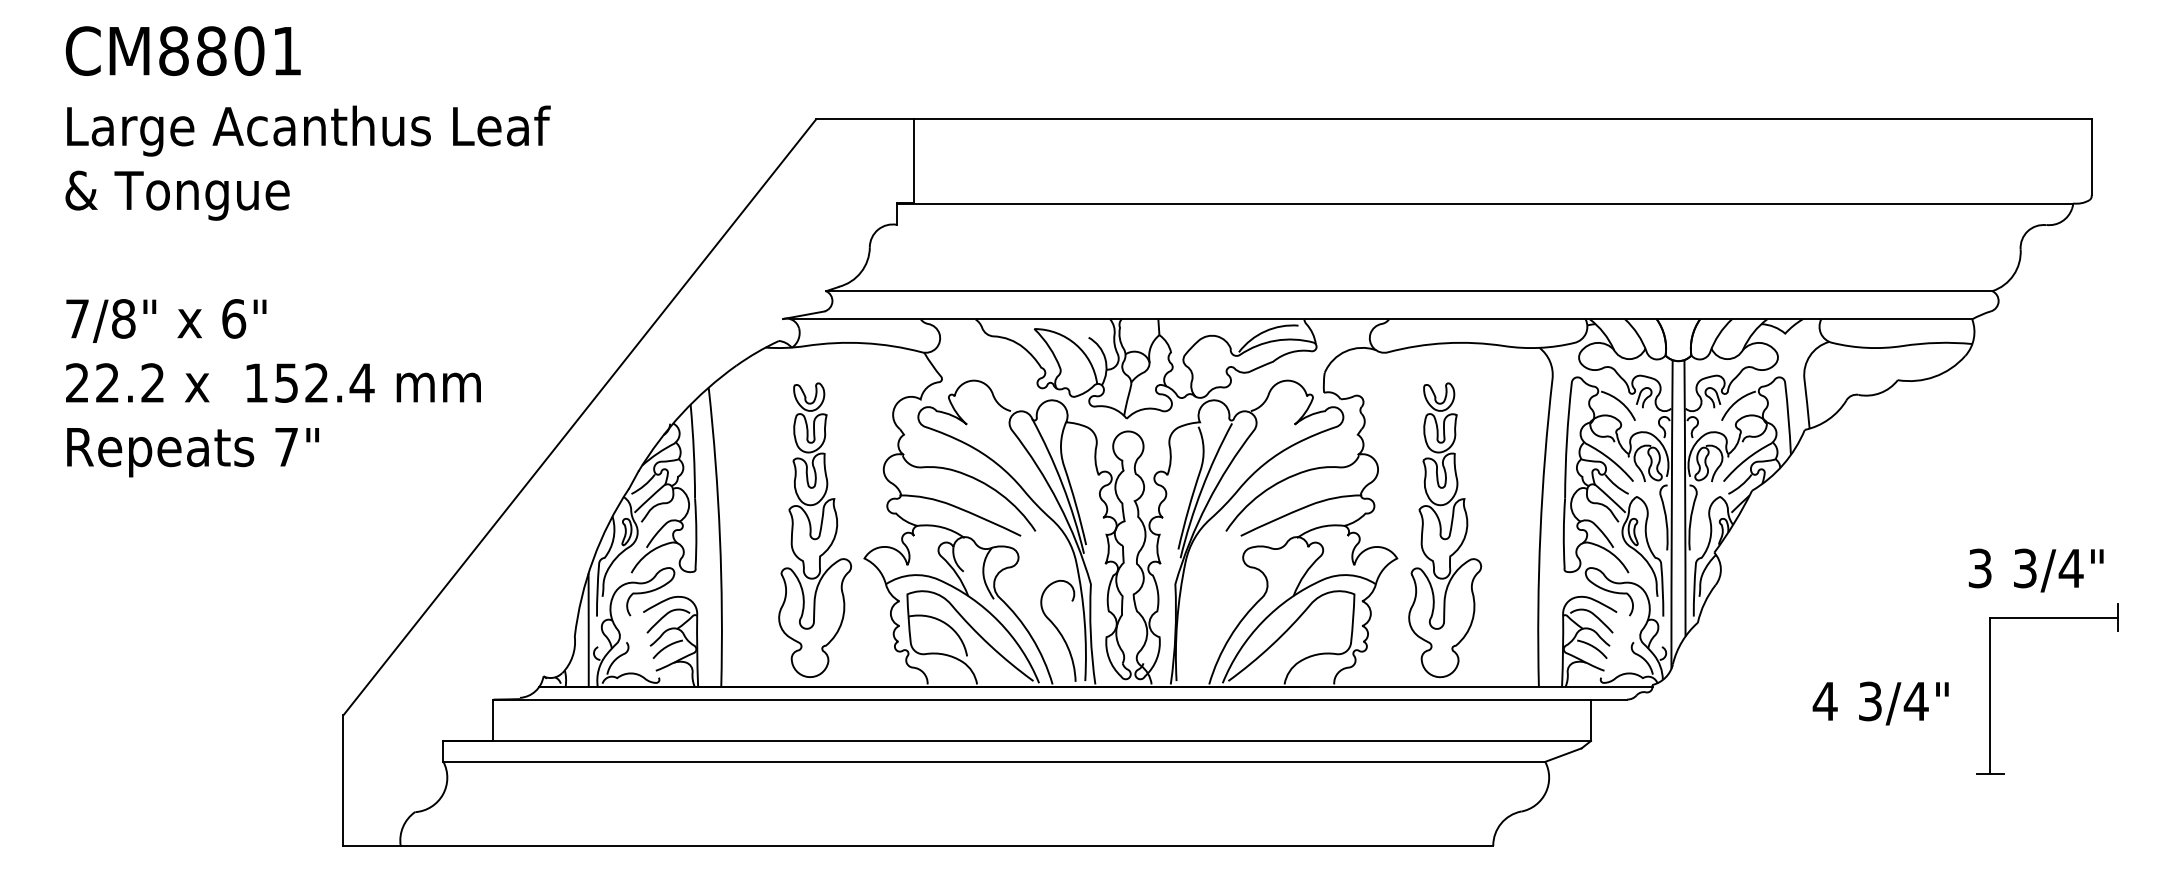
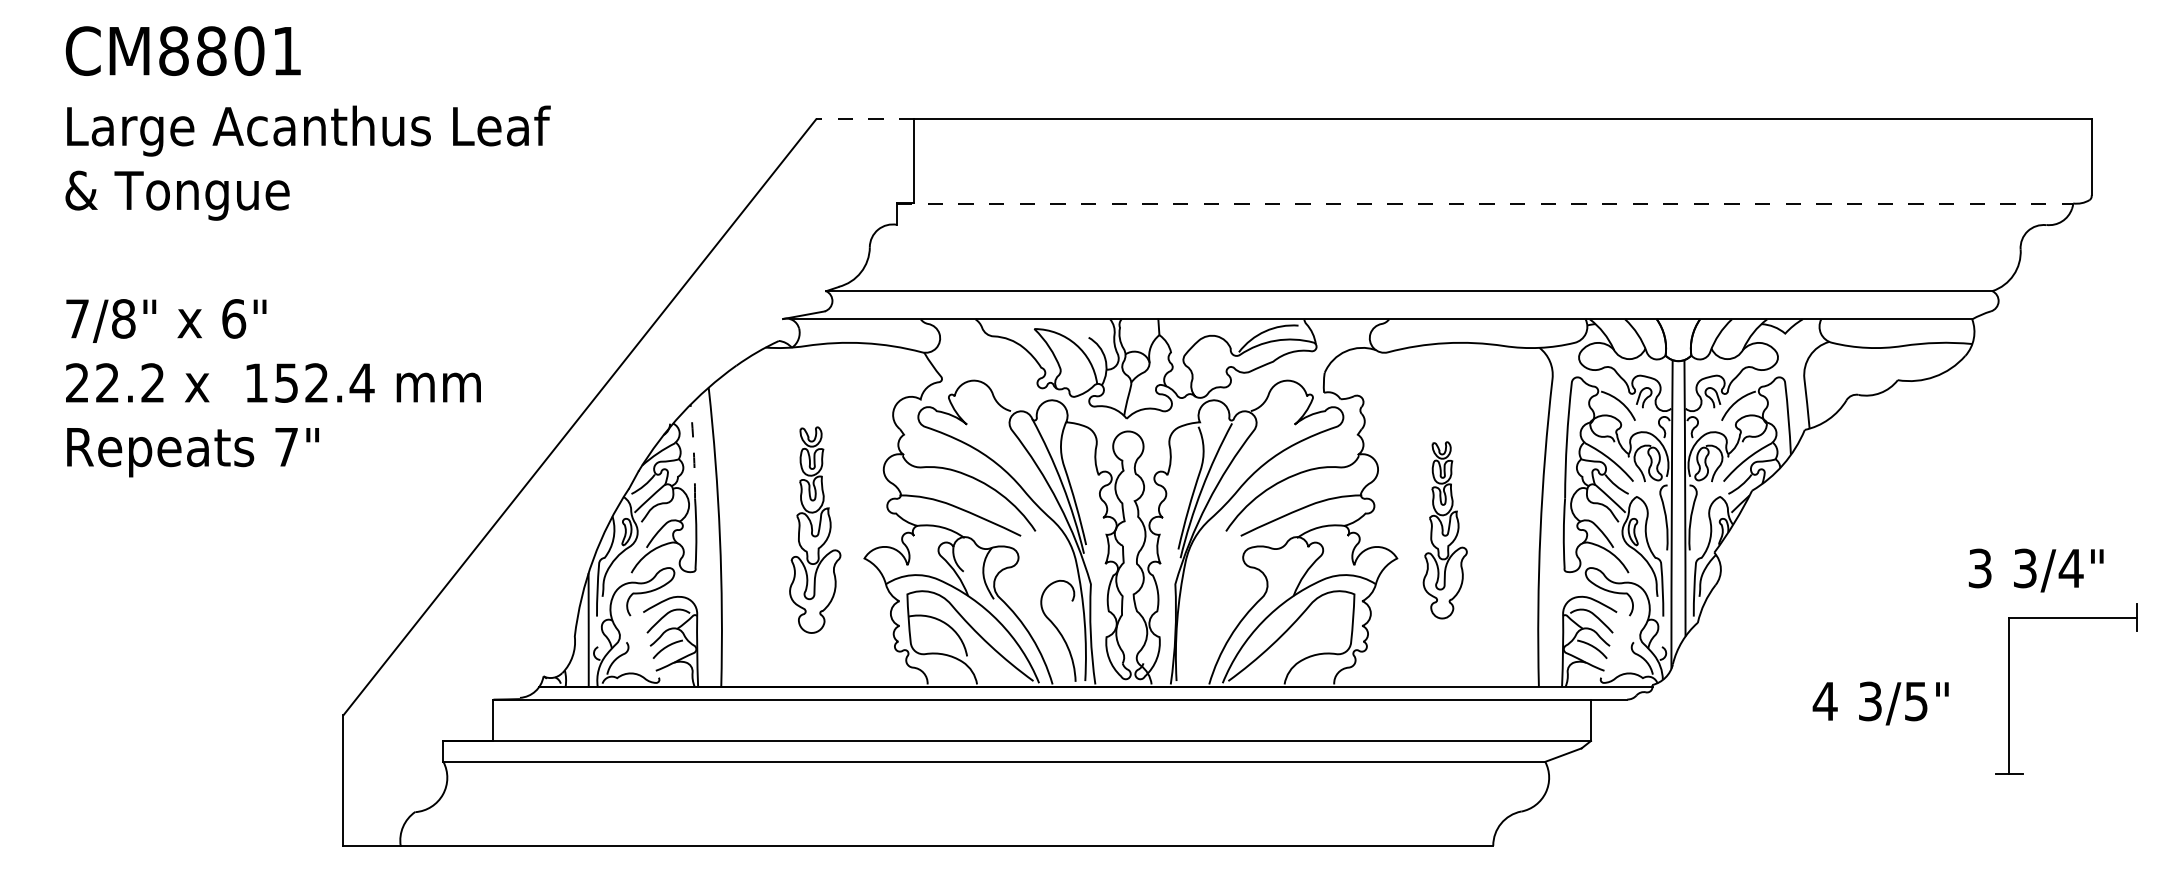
line at (864, 119): solid -> dashed
line at (1485, 203): solid -> dashed
line at (693, 451): solid -> dashed
part at (815, 529) size: 75x296 px -> 53x208 px
part at (1445, 530) size: 75x297 px -> 46x179 px
part at (1990, 688) position: (1990, 688) -> (2009, 688)
text at (1915, 701): 3/4" -> 3/5"
